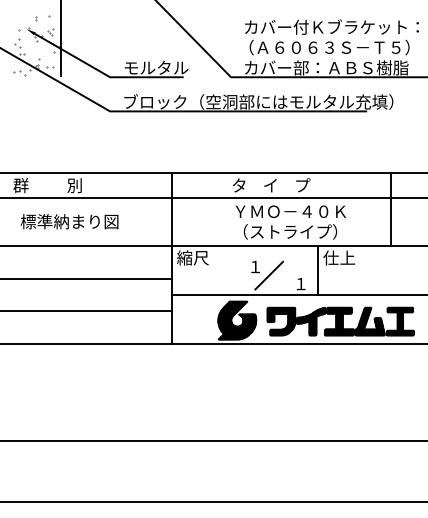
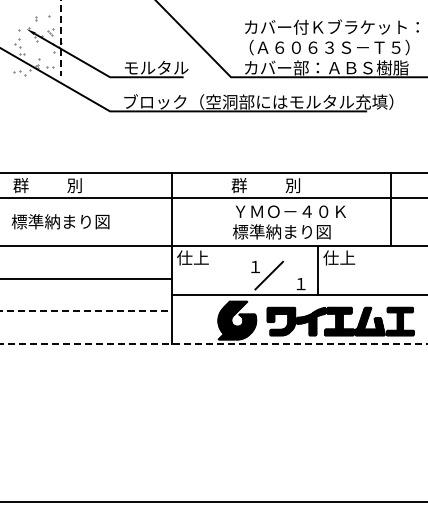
line at (61, 38): solid -> dashed
text at (270, 185): タ    イ    プ -> 群          別
text at (69, 221) position: (69, 221) -> (60, 221)
text at (285, 231): （ストライプ） -> 標準納まり図
text at (192, 257): 縮尺 -> 仕上
line at (85, 311): solid -> dashed
line at (214, 343): solid -> dashed
line at (213, 440): present -> none
